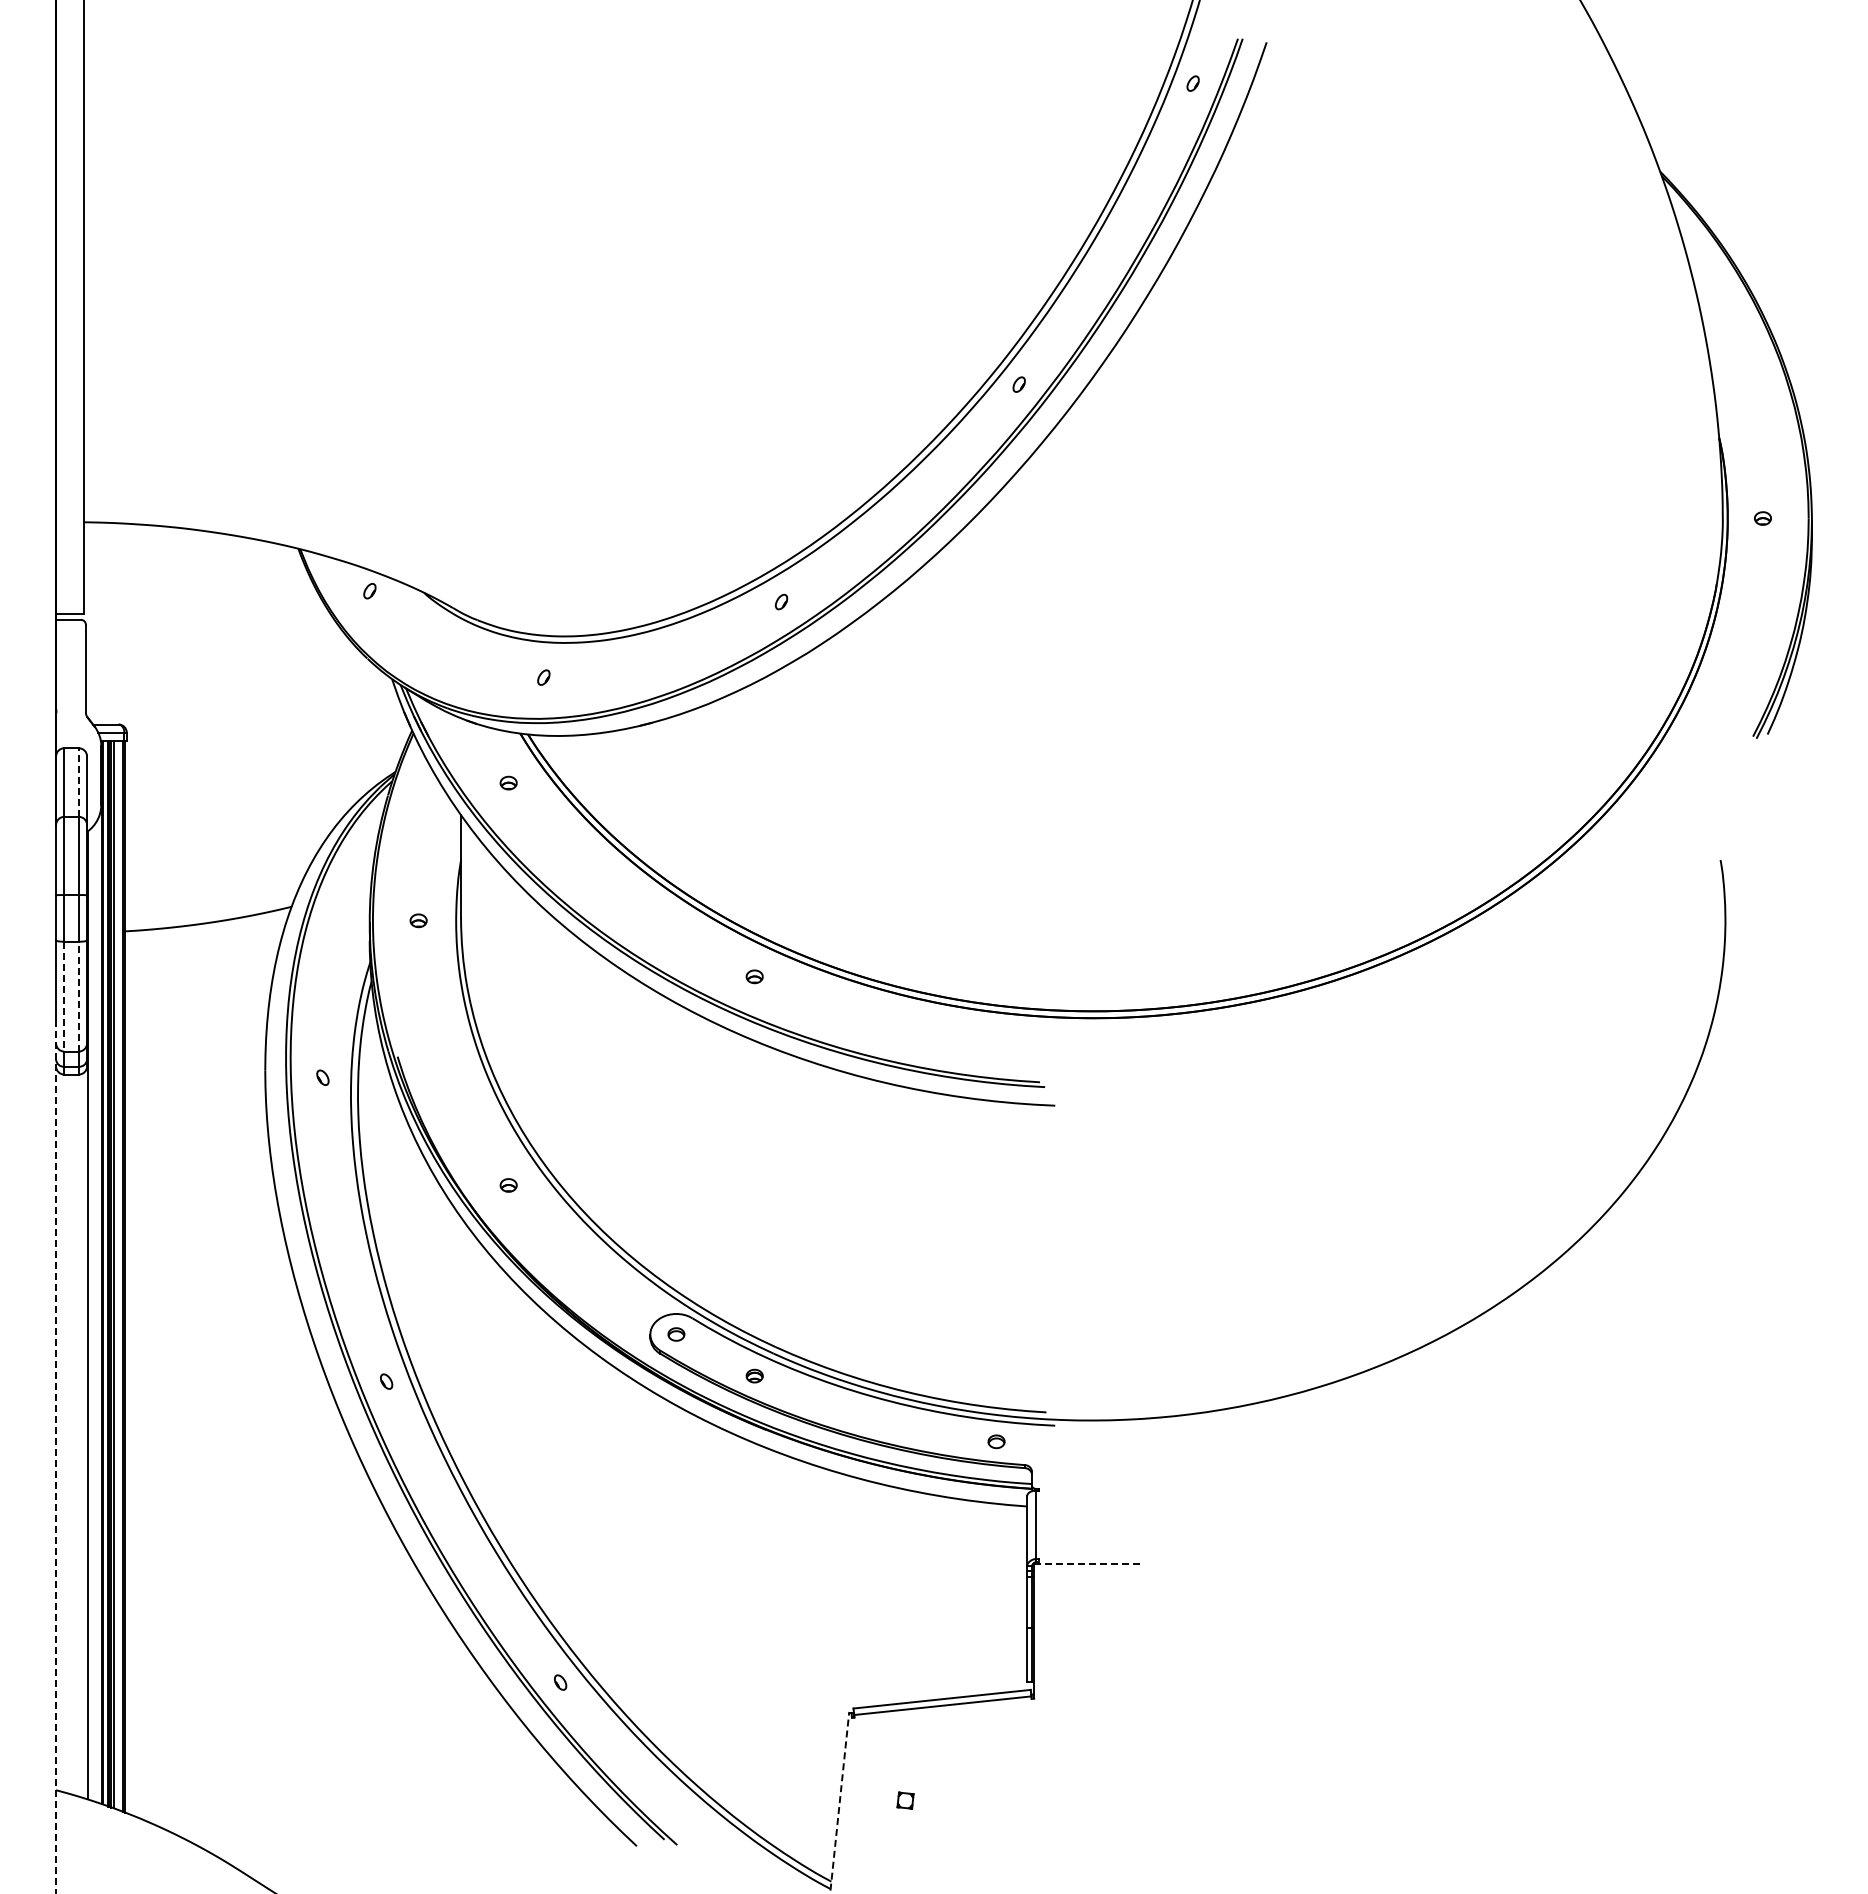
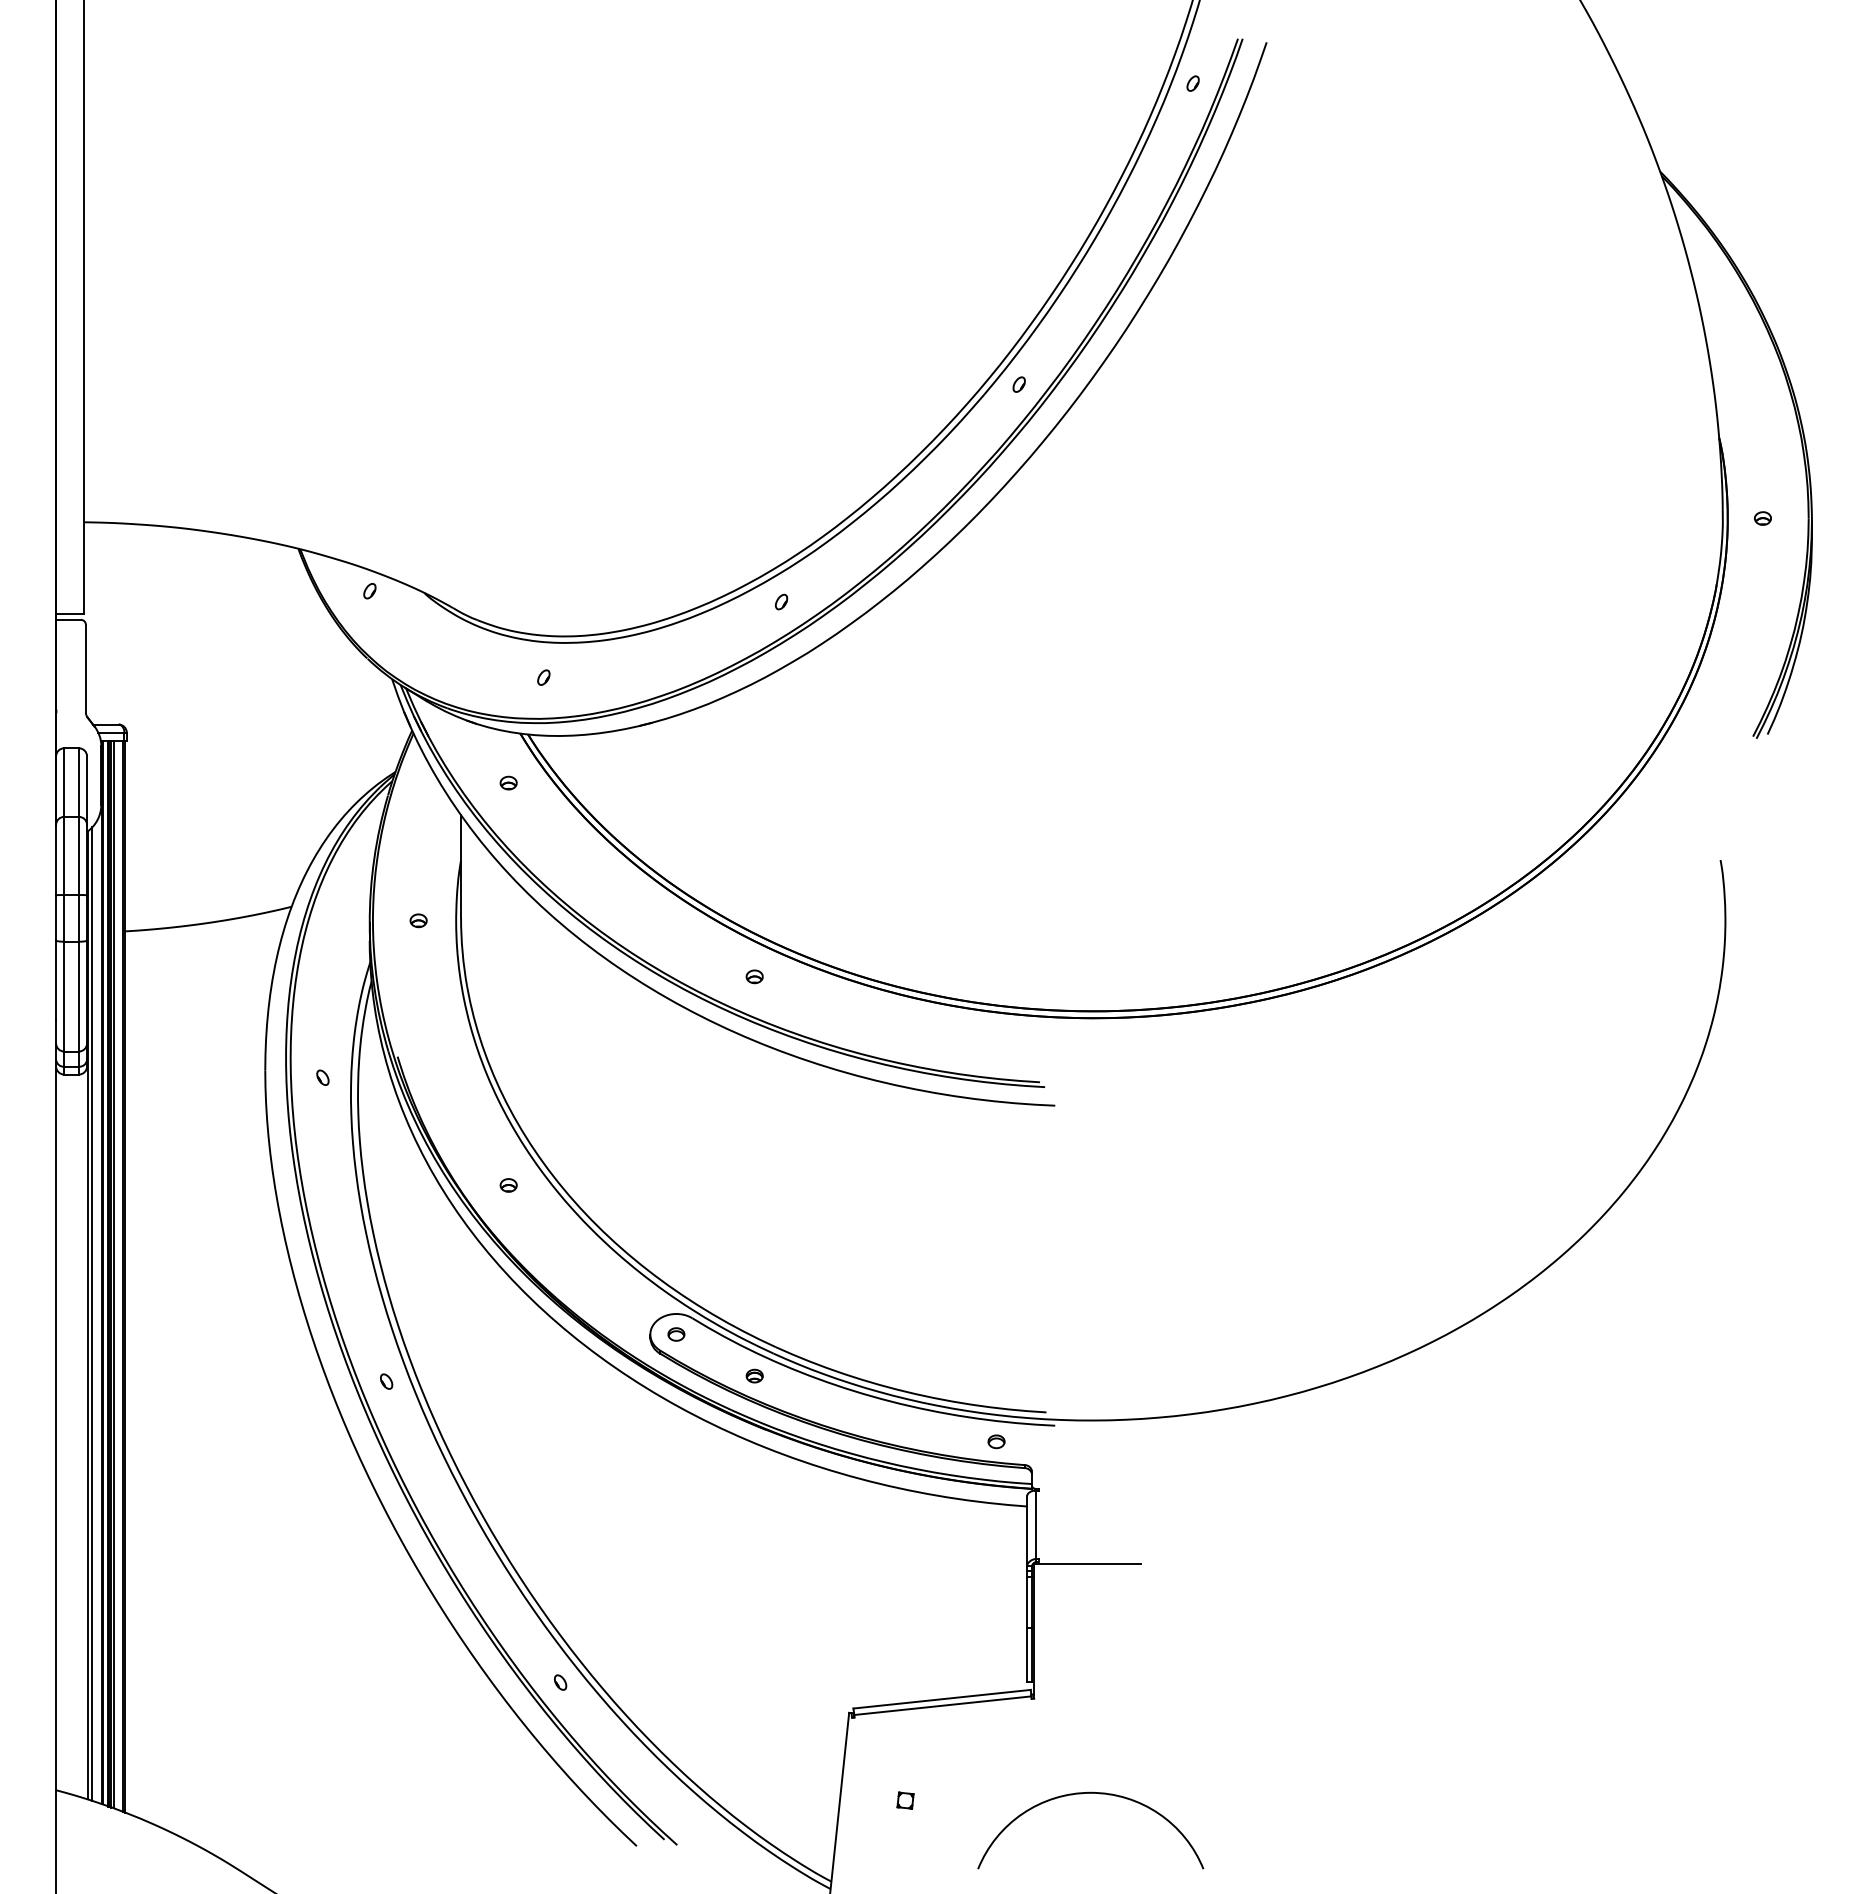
line at (78, 782): dashed -> solid
line at (64, 996): dashed -> solid
line at (78, 996): dashed -> solid
line at (92, 1313): none -> present
line at (56, 1457): dashed -> solid
line at (1087, 1563): dashed -> solid
arc at (1082, 1794): none -> present
line at (839, 1803): dashed -> solid
